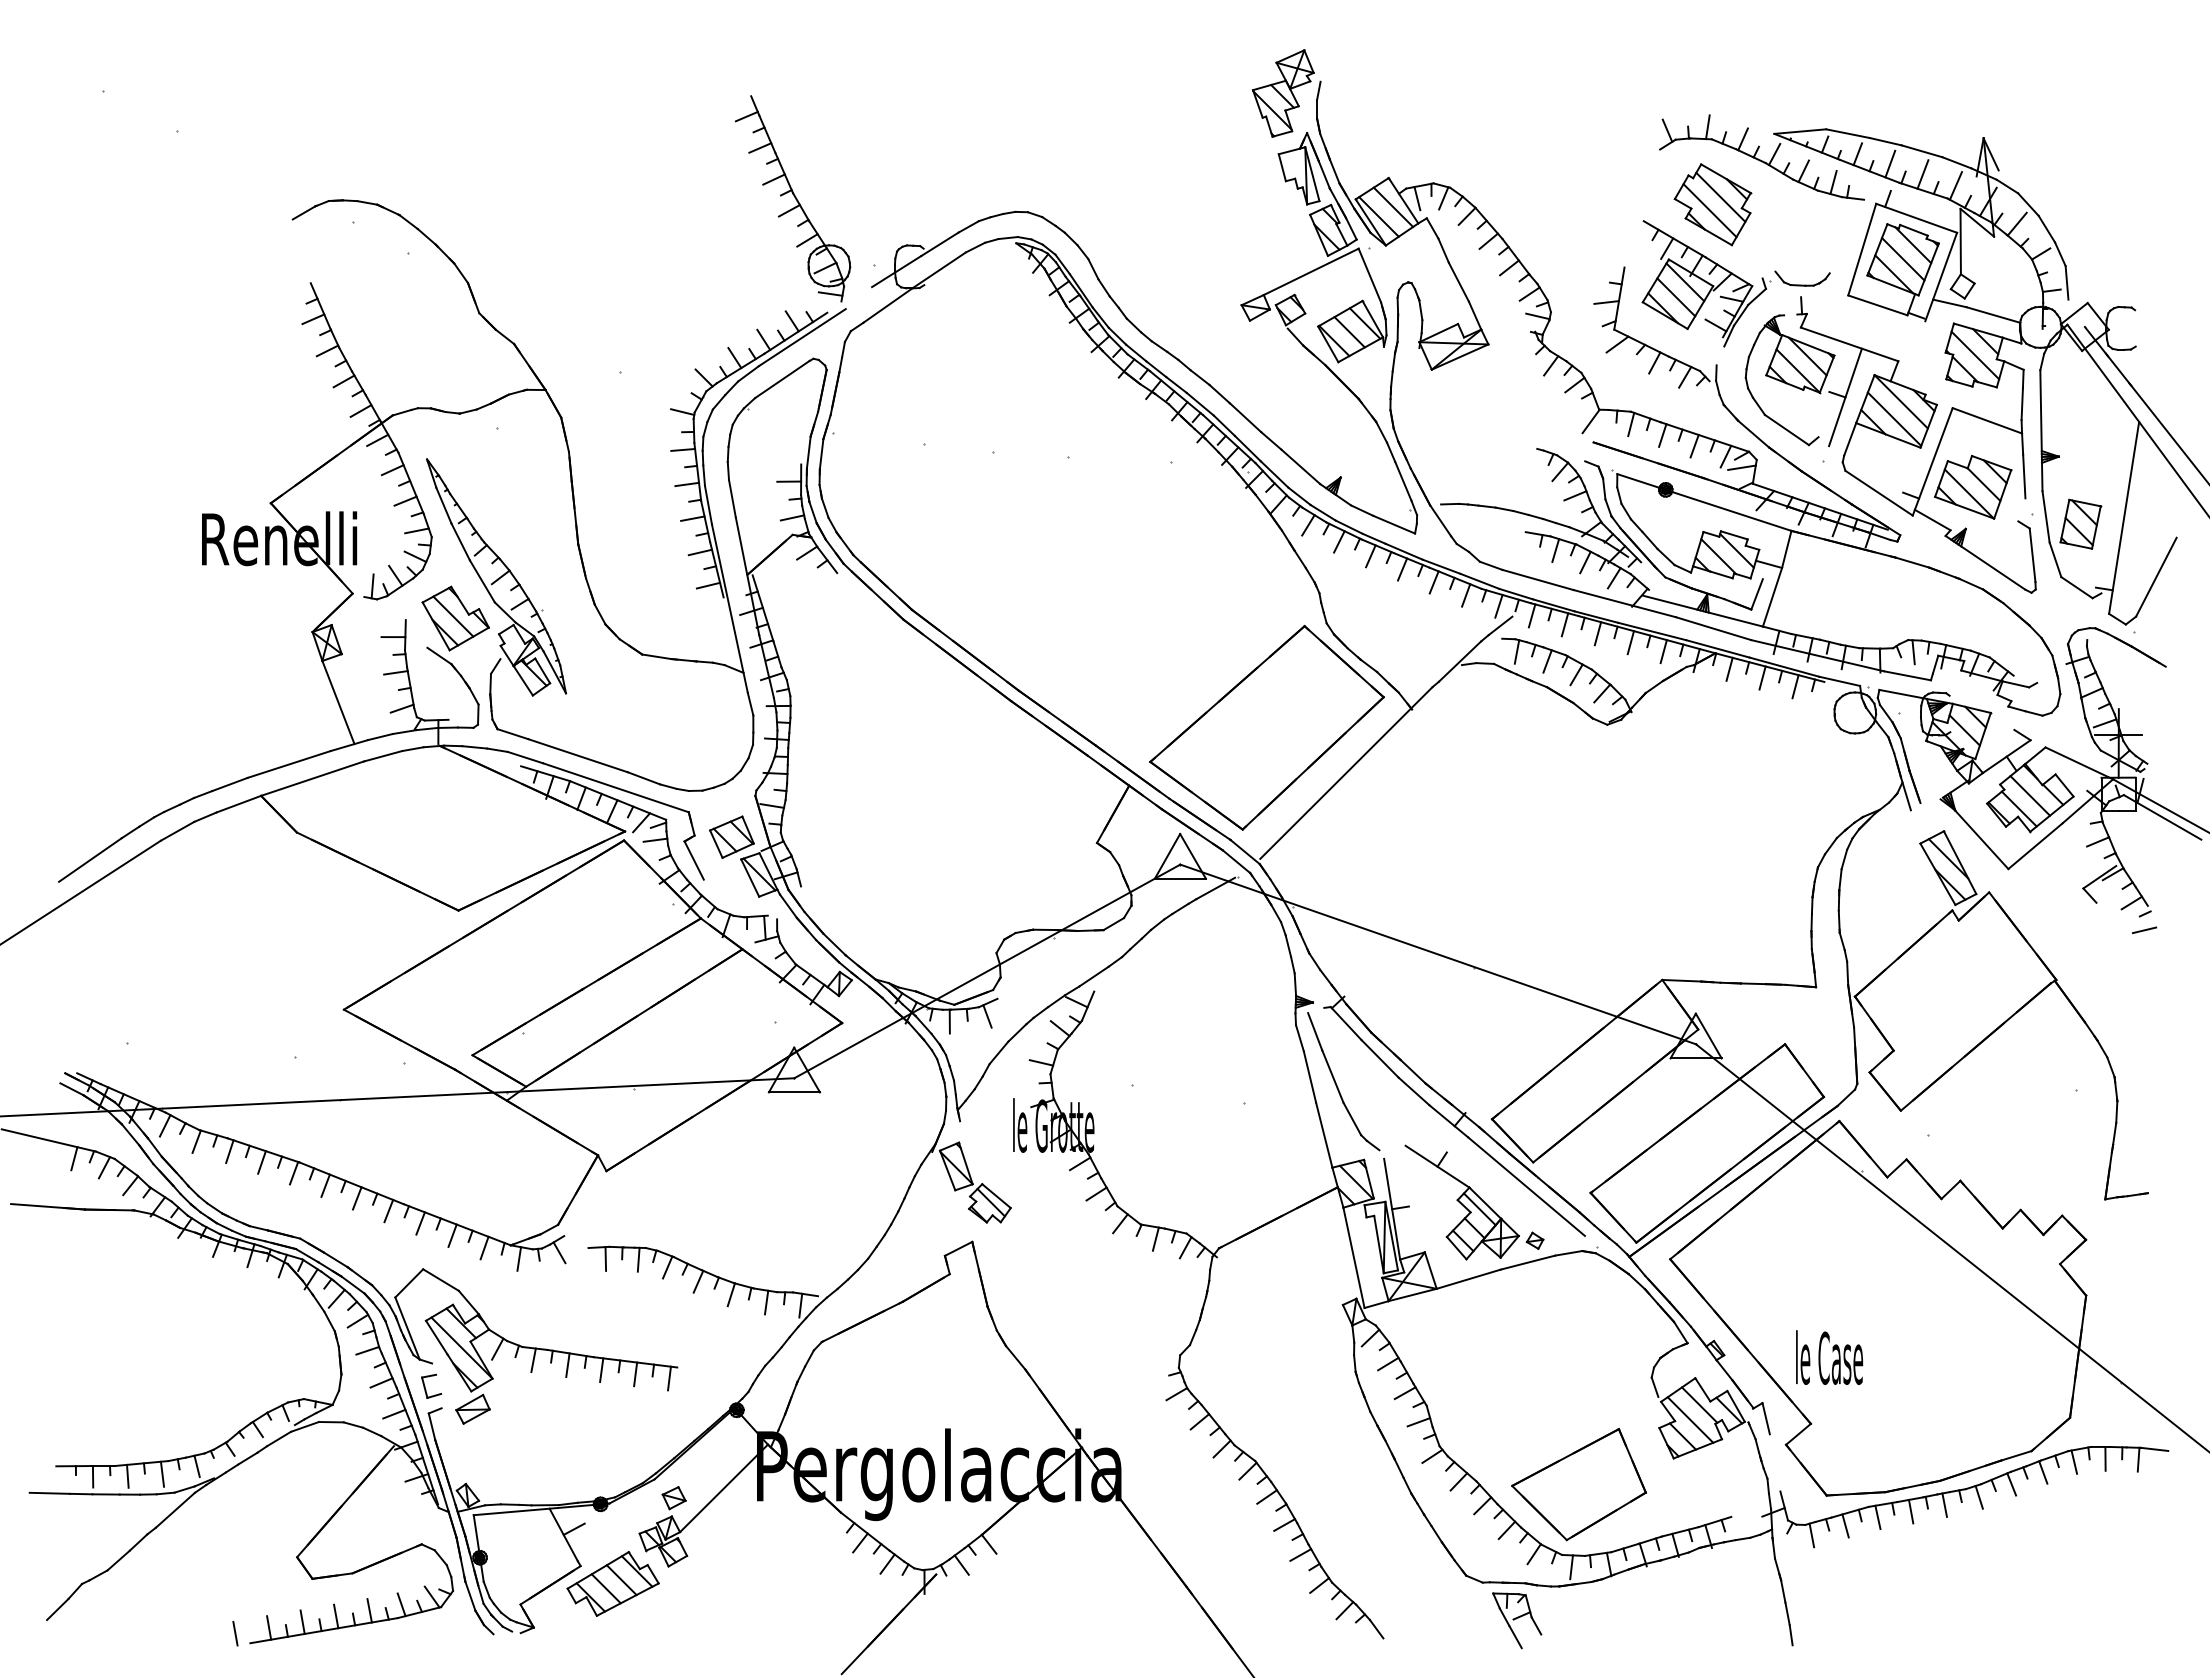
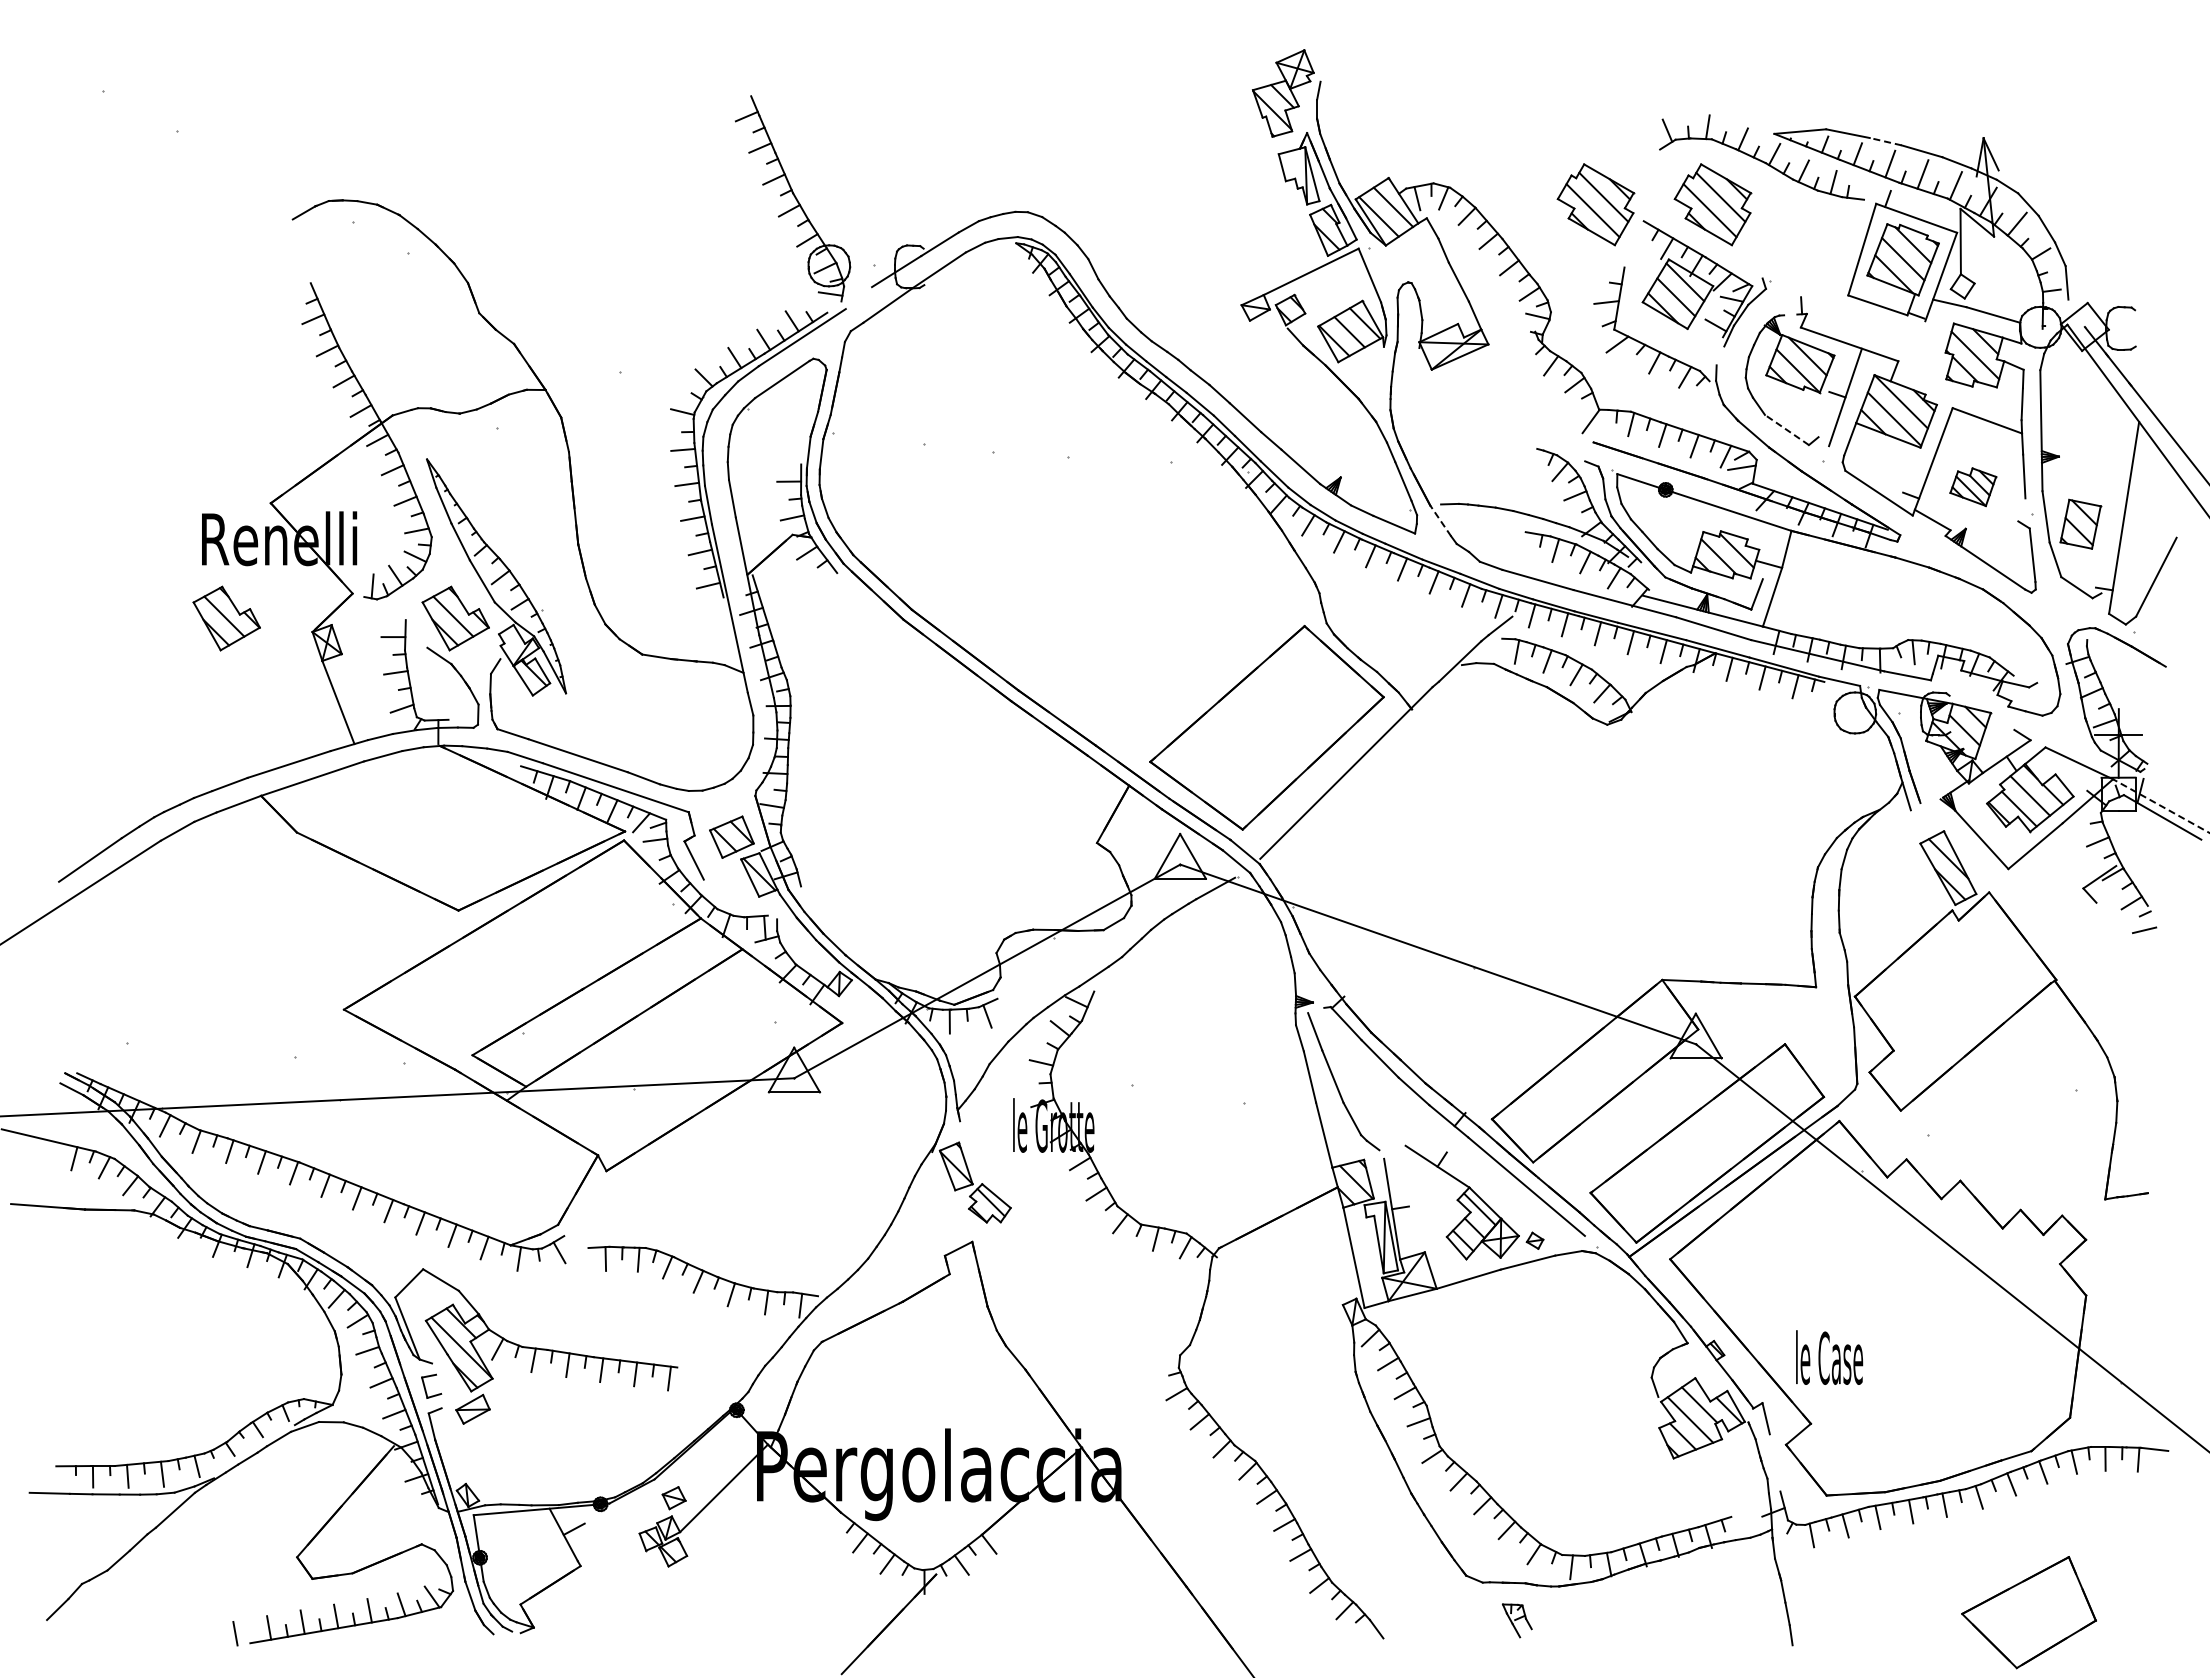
line at (1885, 141): solid -> dashed
part at (1595, 204): none -> present
part at (1802, 278): present -> none
line at (1786, 430): solid -> dashed
part at (1973, 486) size: 79x66 px -> 49x41 px
line at (1440, 520): solid -> dashed
part at (226, 618): none -> present
line at (2161, 806): solid -> dashed
part at (1578, 1484) position: (1578, 1484) -> (2028, 1612)
part at (612, 1583): present -> none
part at (1517, 1620) size: 51x58 px -> 31x36 px
